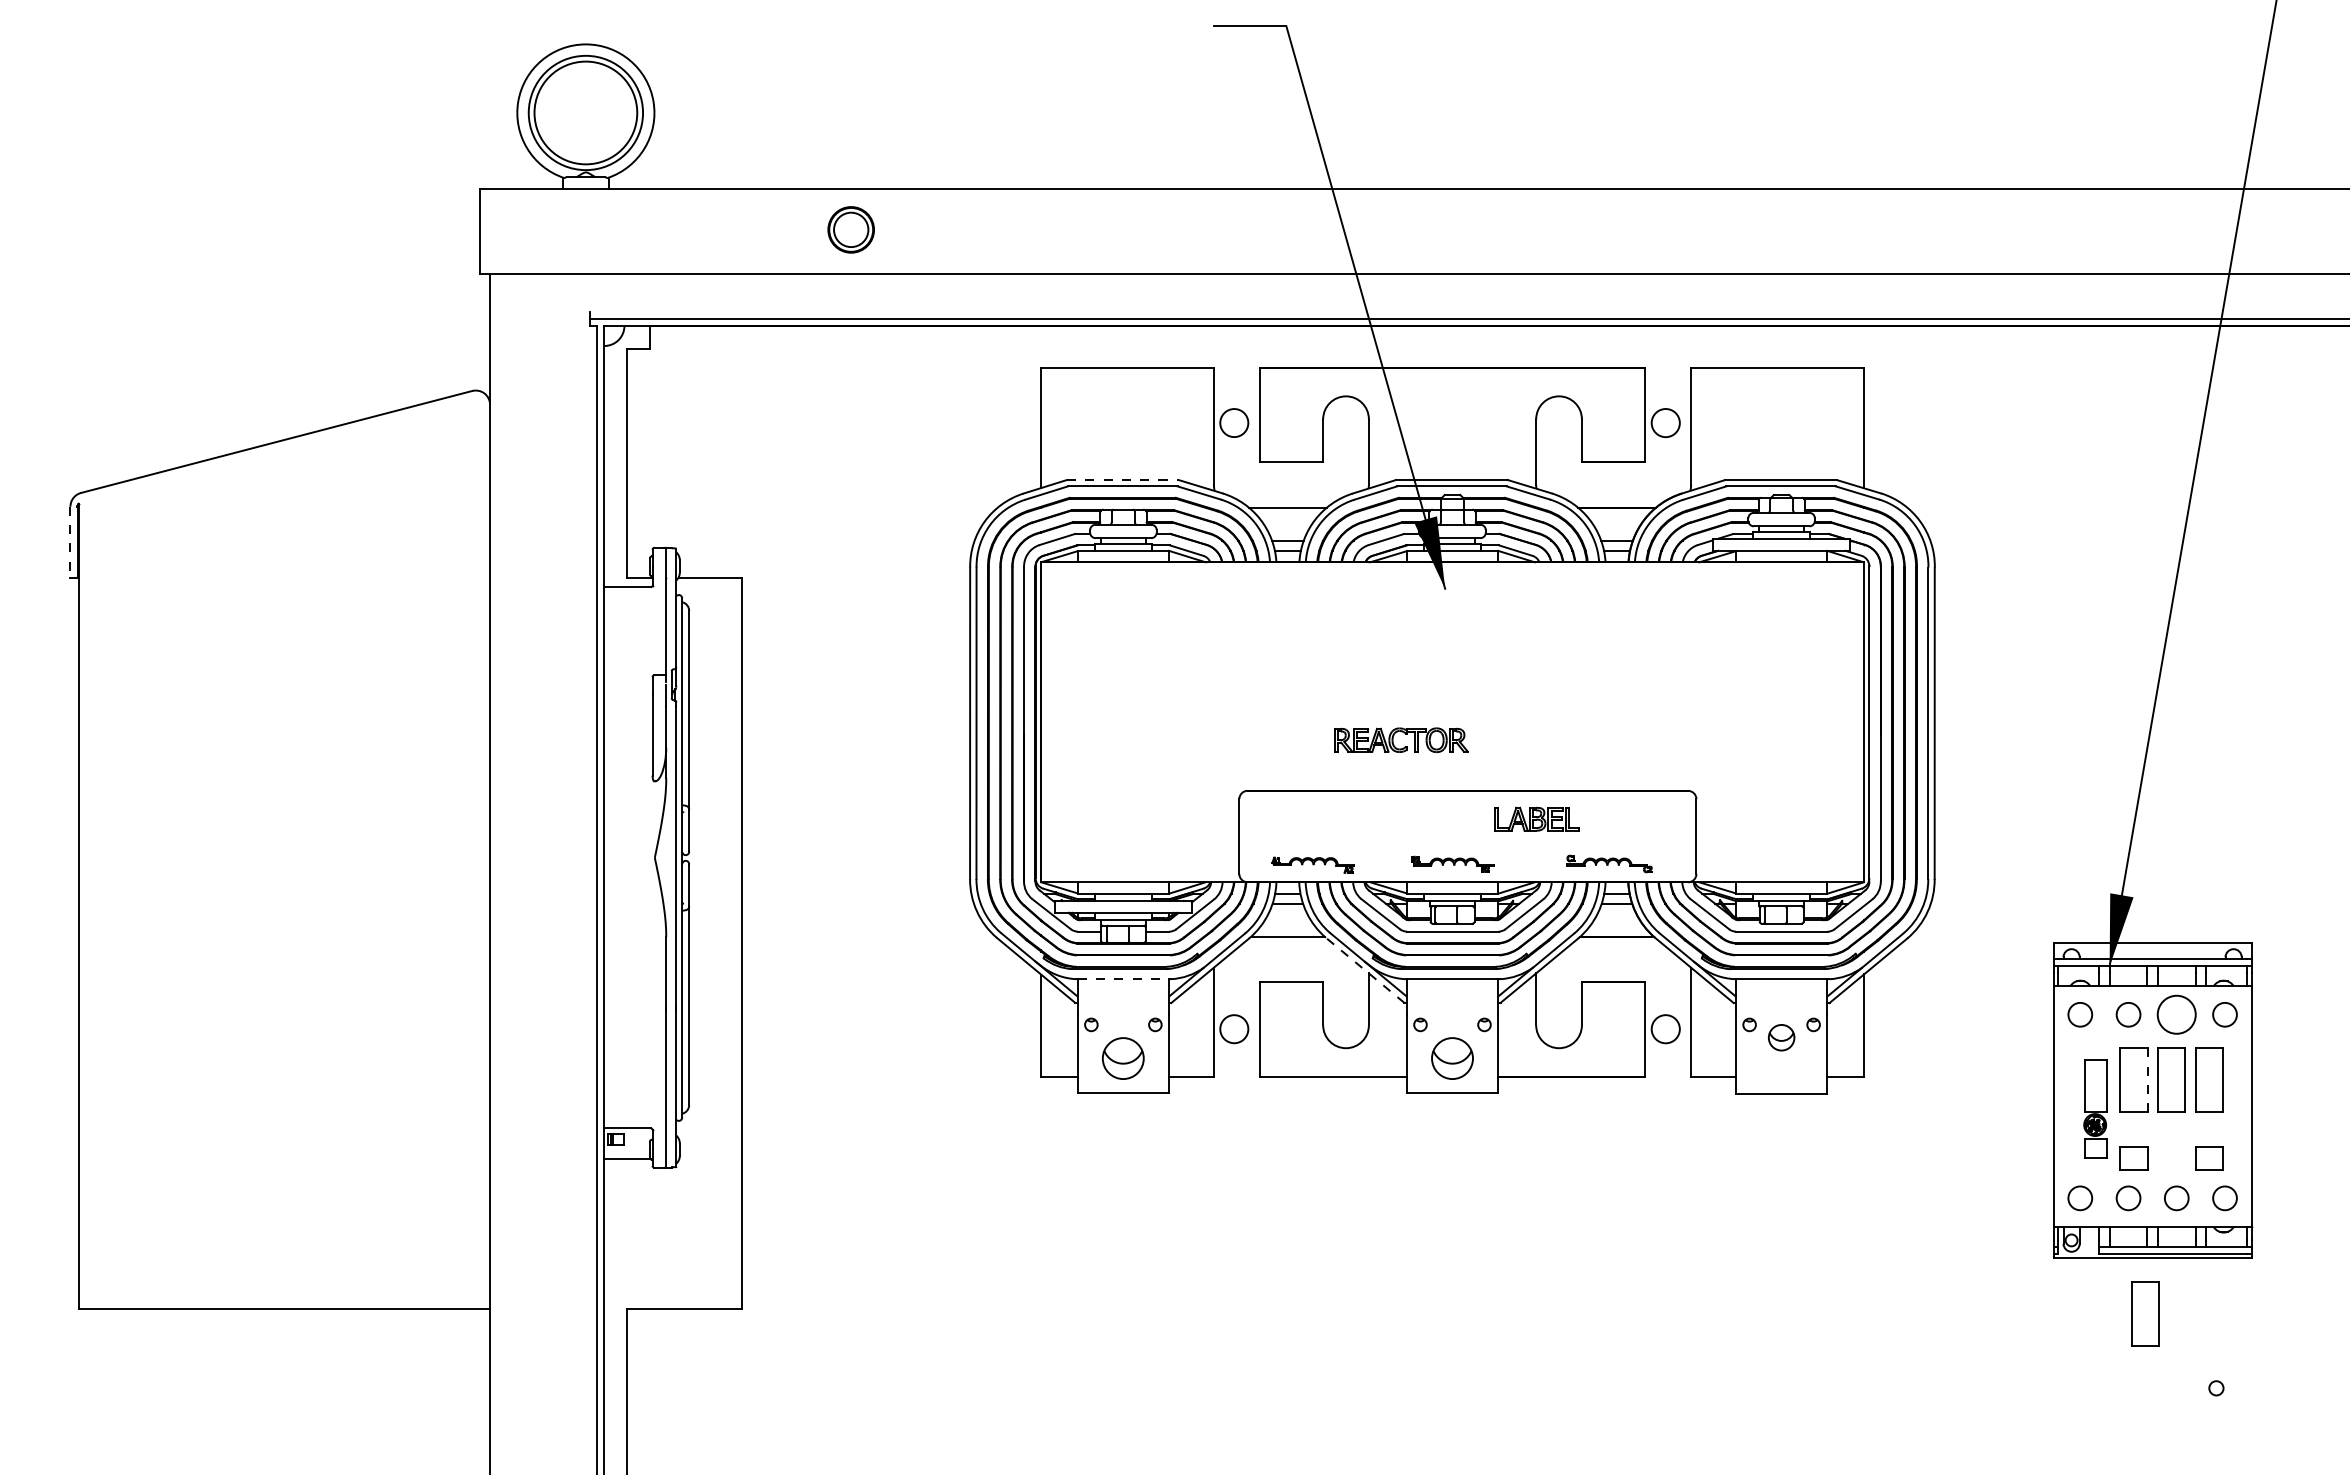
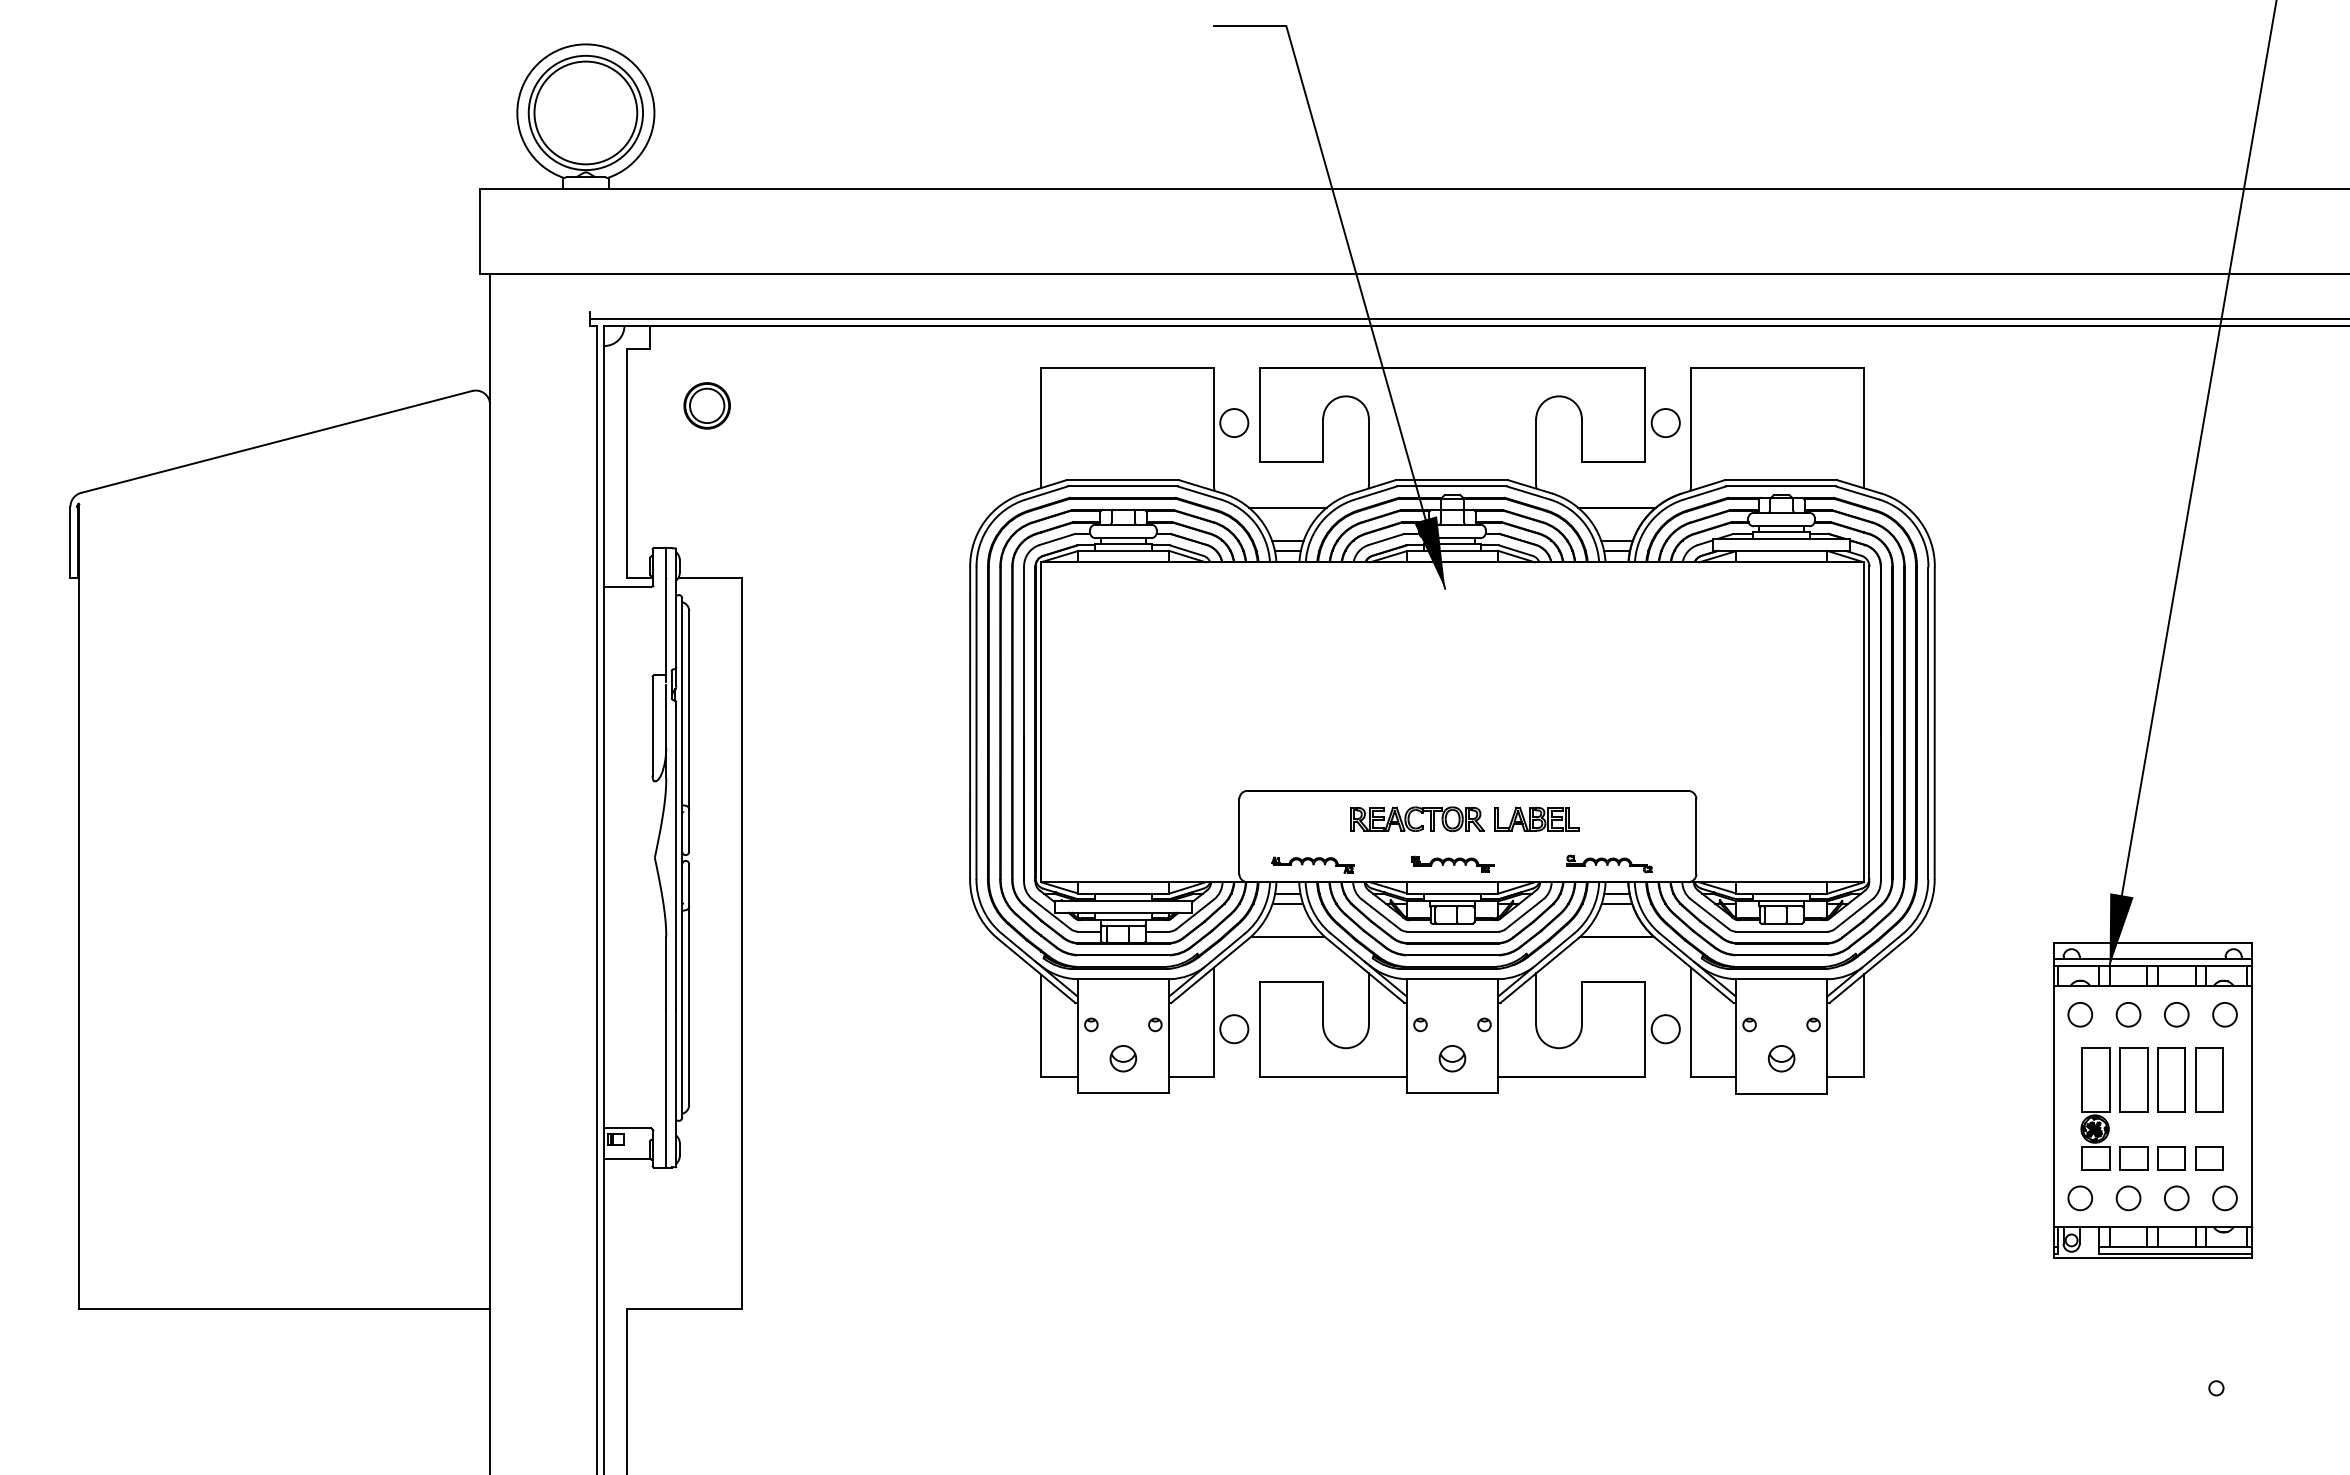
part at (850, 229) position: (850, 229) -> (706, 405)
line at (1122, 480): dashed -> solid
line at (70, 542): dashed -> solid
part at (1405, 734) position: (1405, 734) -> (1421, 813)
line at (1364, 970): dashed -> solid
line at (1123, 979): dashed -> solid
circle at (2176, 1014) diameter: 38 px -> 24 px
part at (1781, 1037) position: (1781, 1037) -> (1781, 1058)
part at (1122, 1058) size: 44x43 px -> 29x28 px
part at (1452, 1058) size: 43x43 px -> 29x28 px
line at (2147, 1080): dashed -> solid
part at (2095, 1108) size: 25x100 px -> 31x124 px
part at (2171, 1158): none -> present
part at (2145, 1313): present -> none
